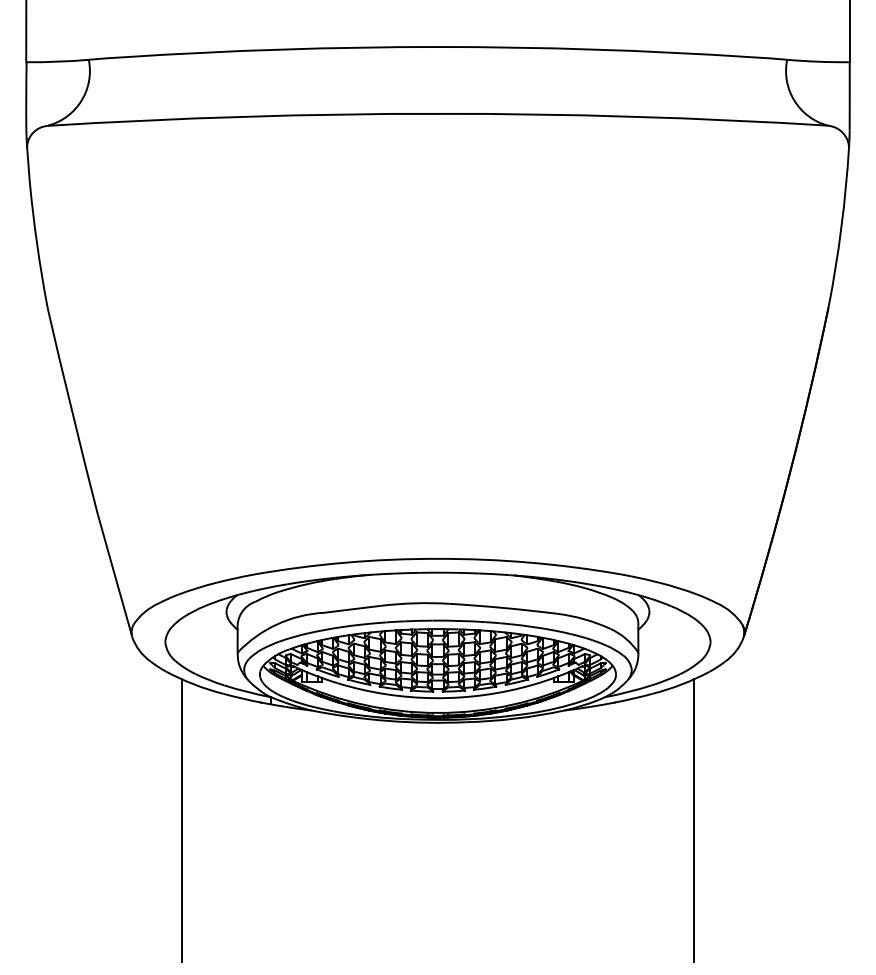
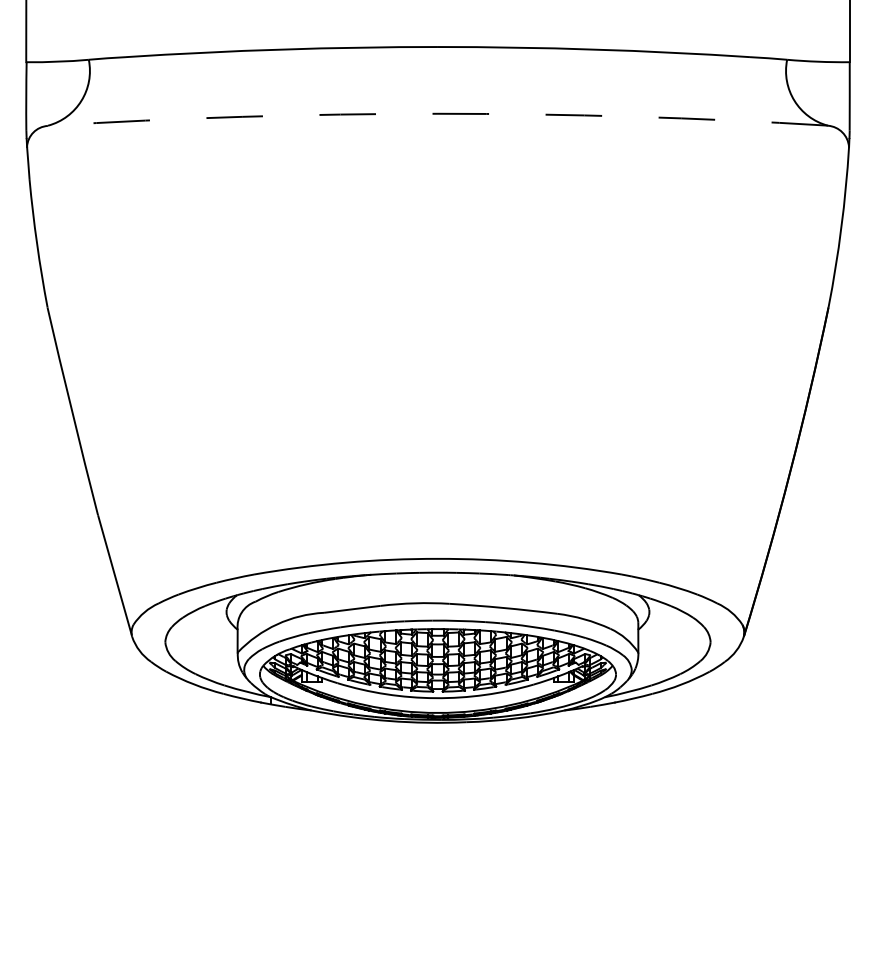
arc at (437, 113): solid -> dashed
line at (182, 820): present -> none
line at (693, 820): present -> none
